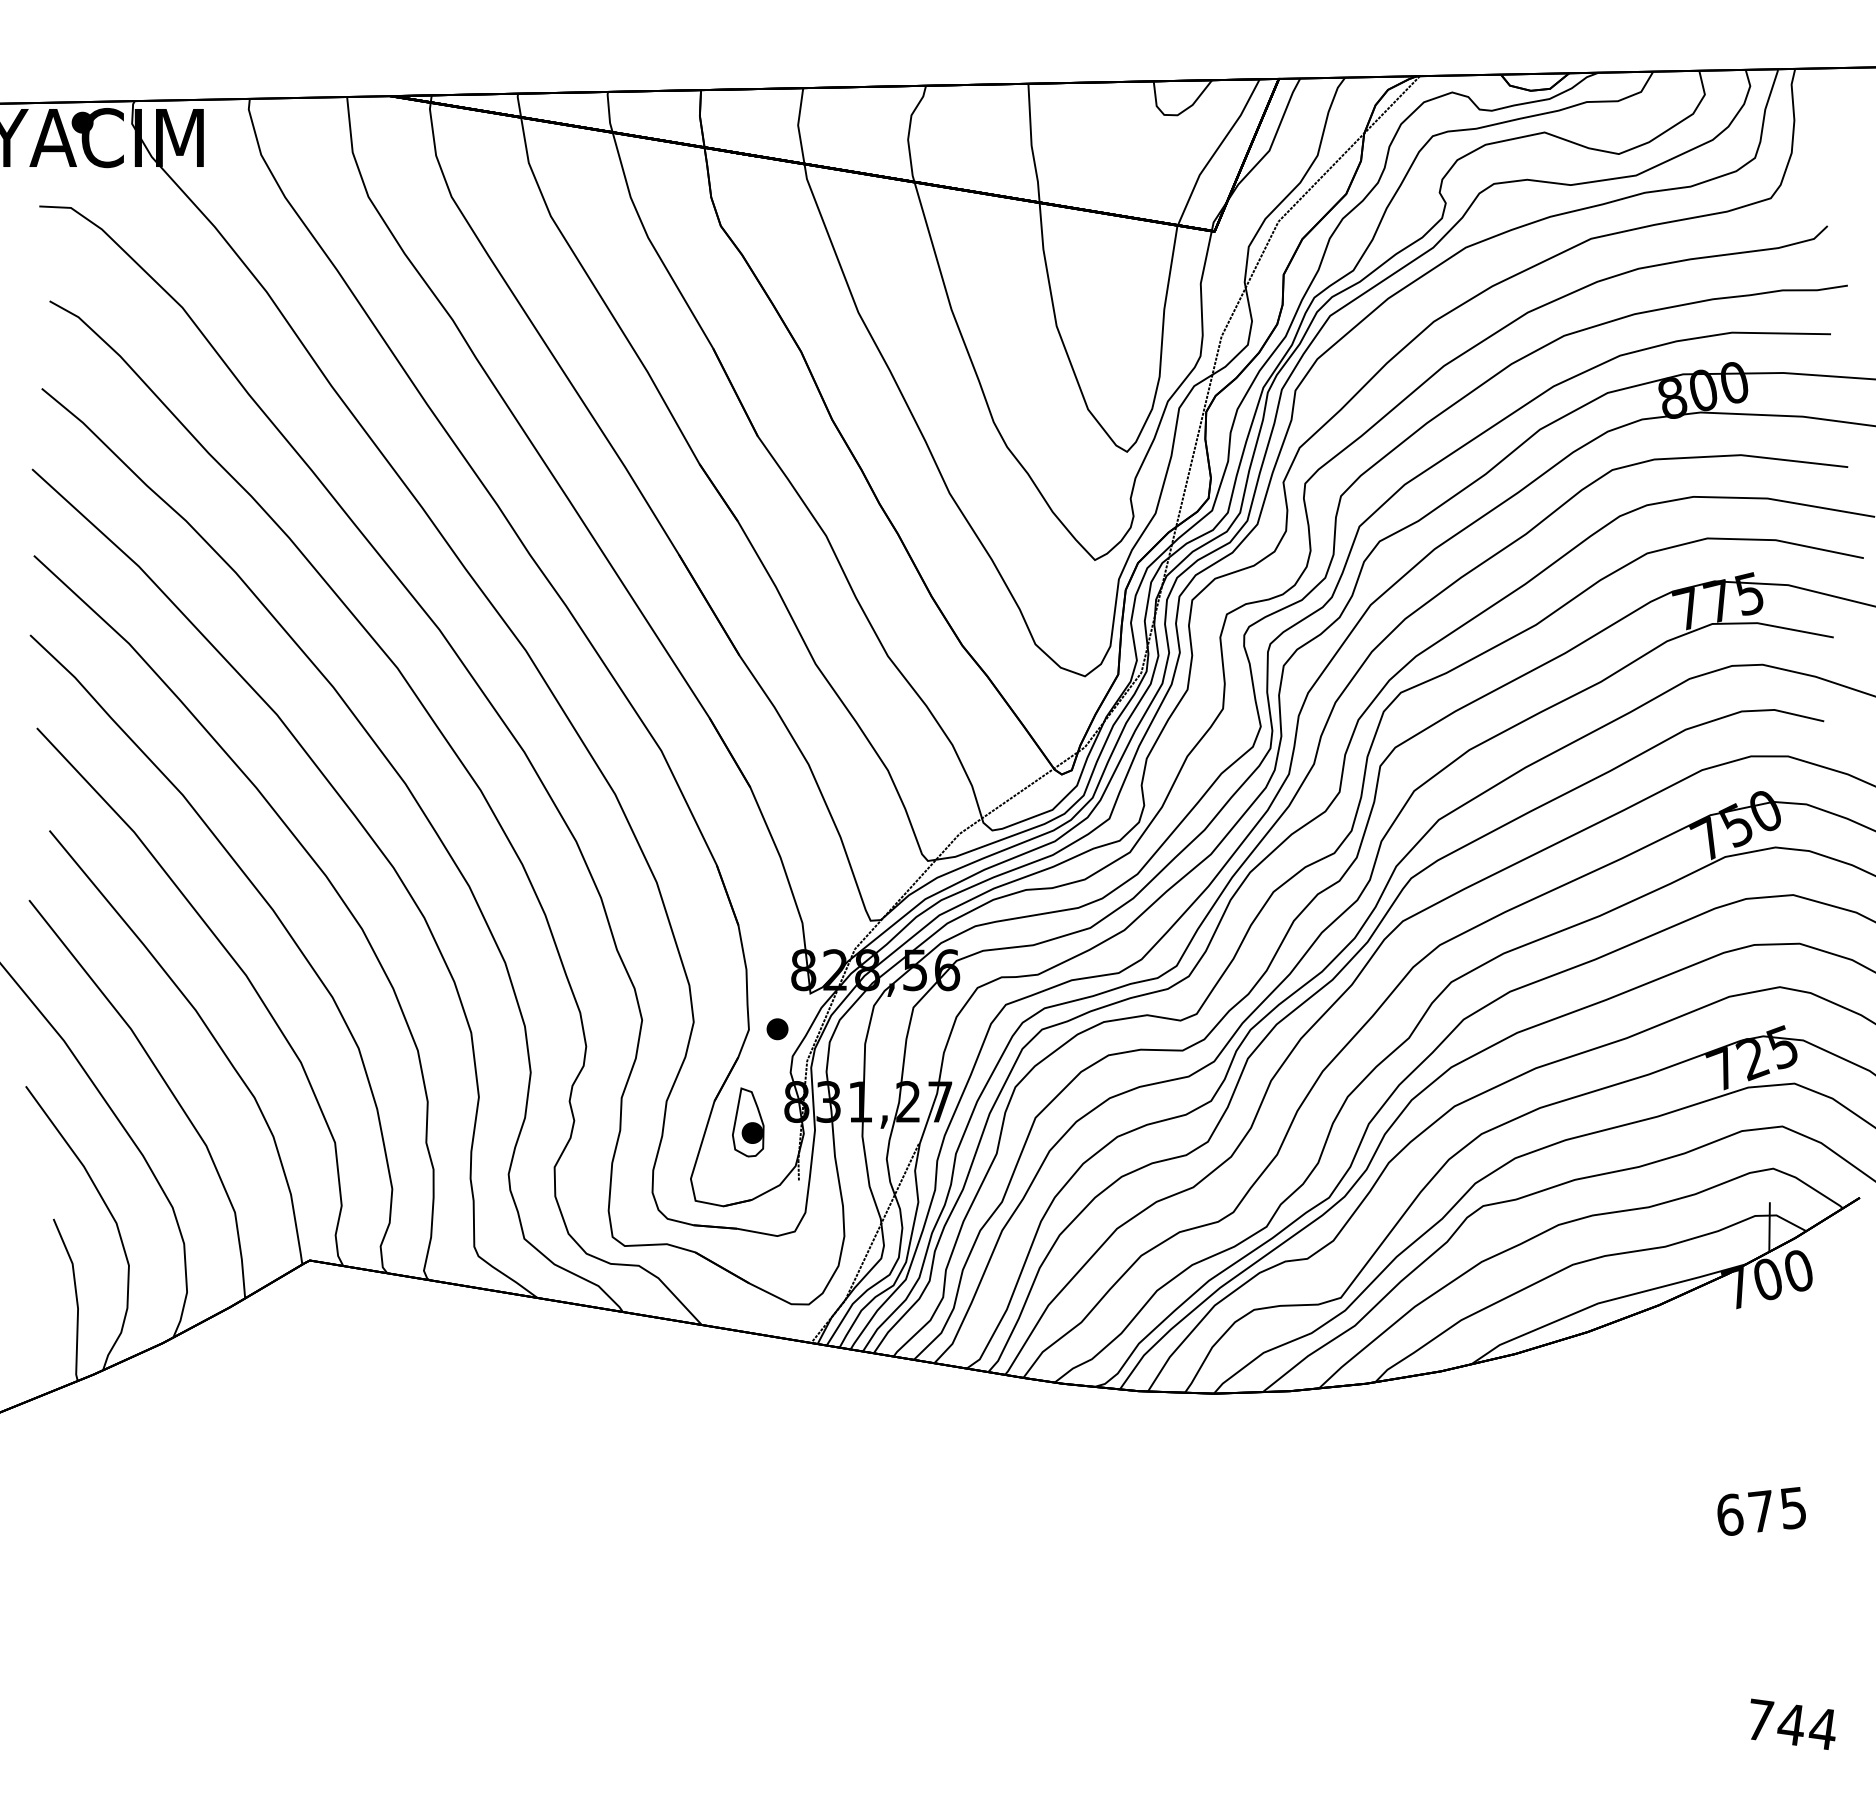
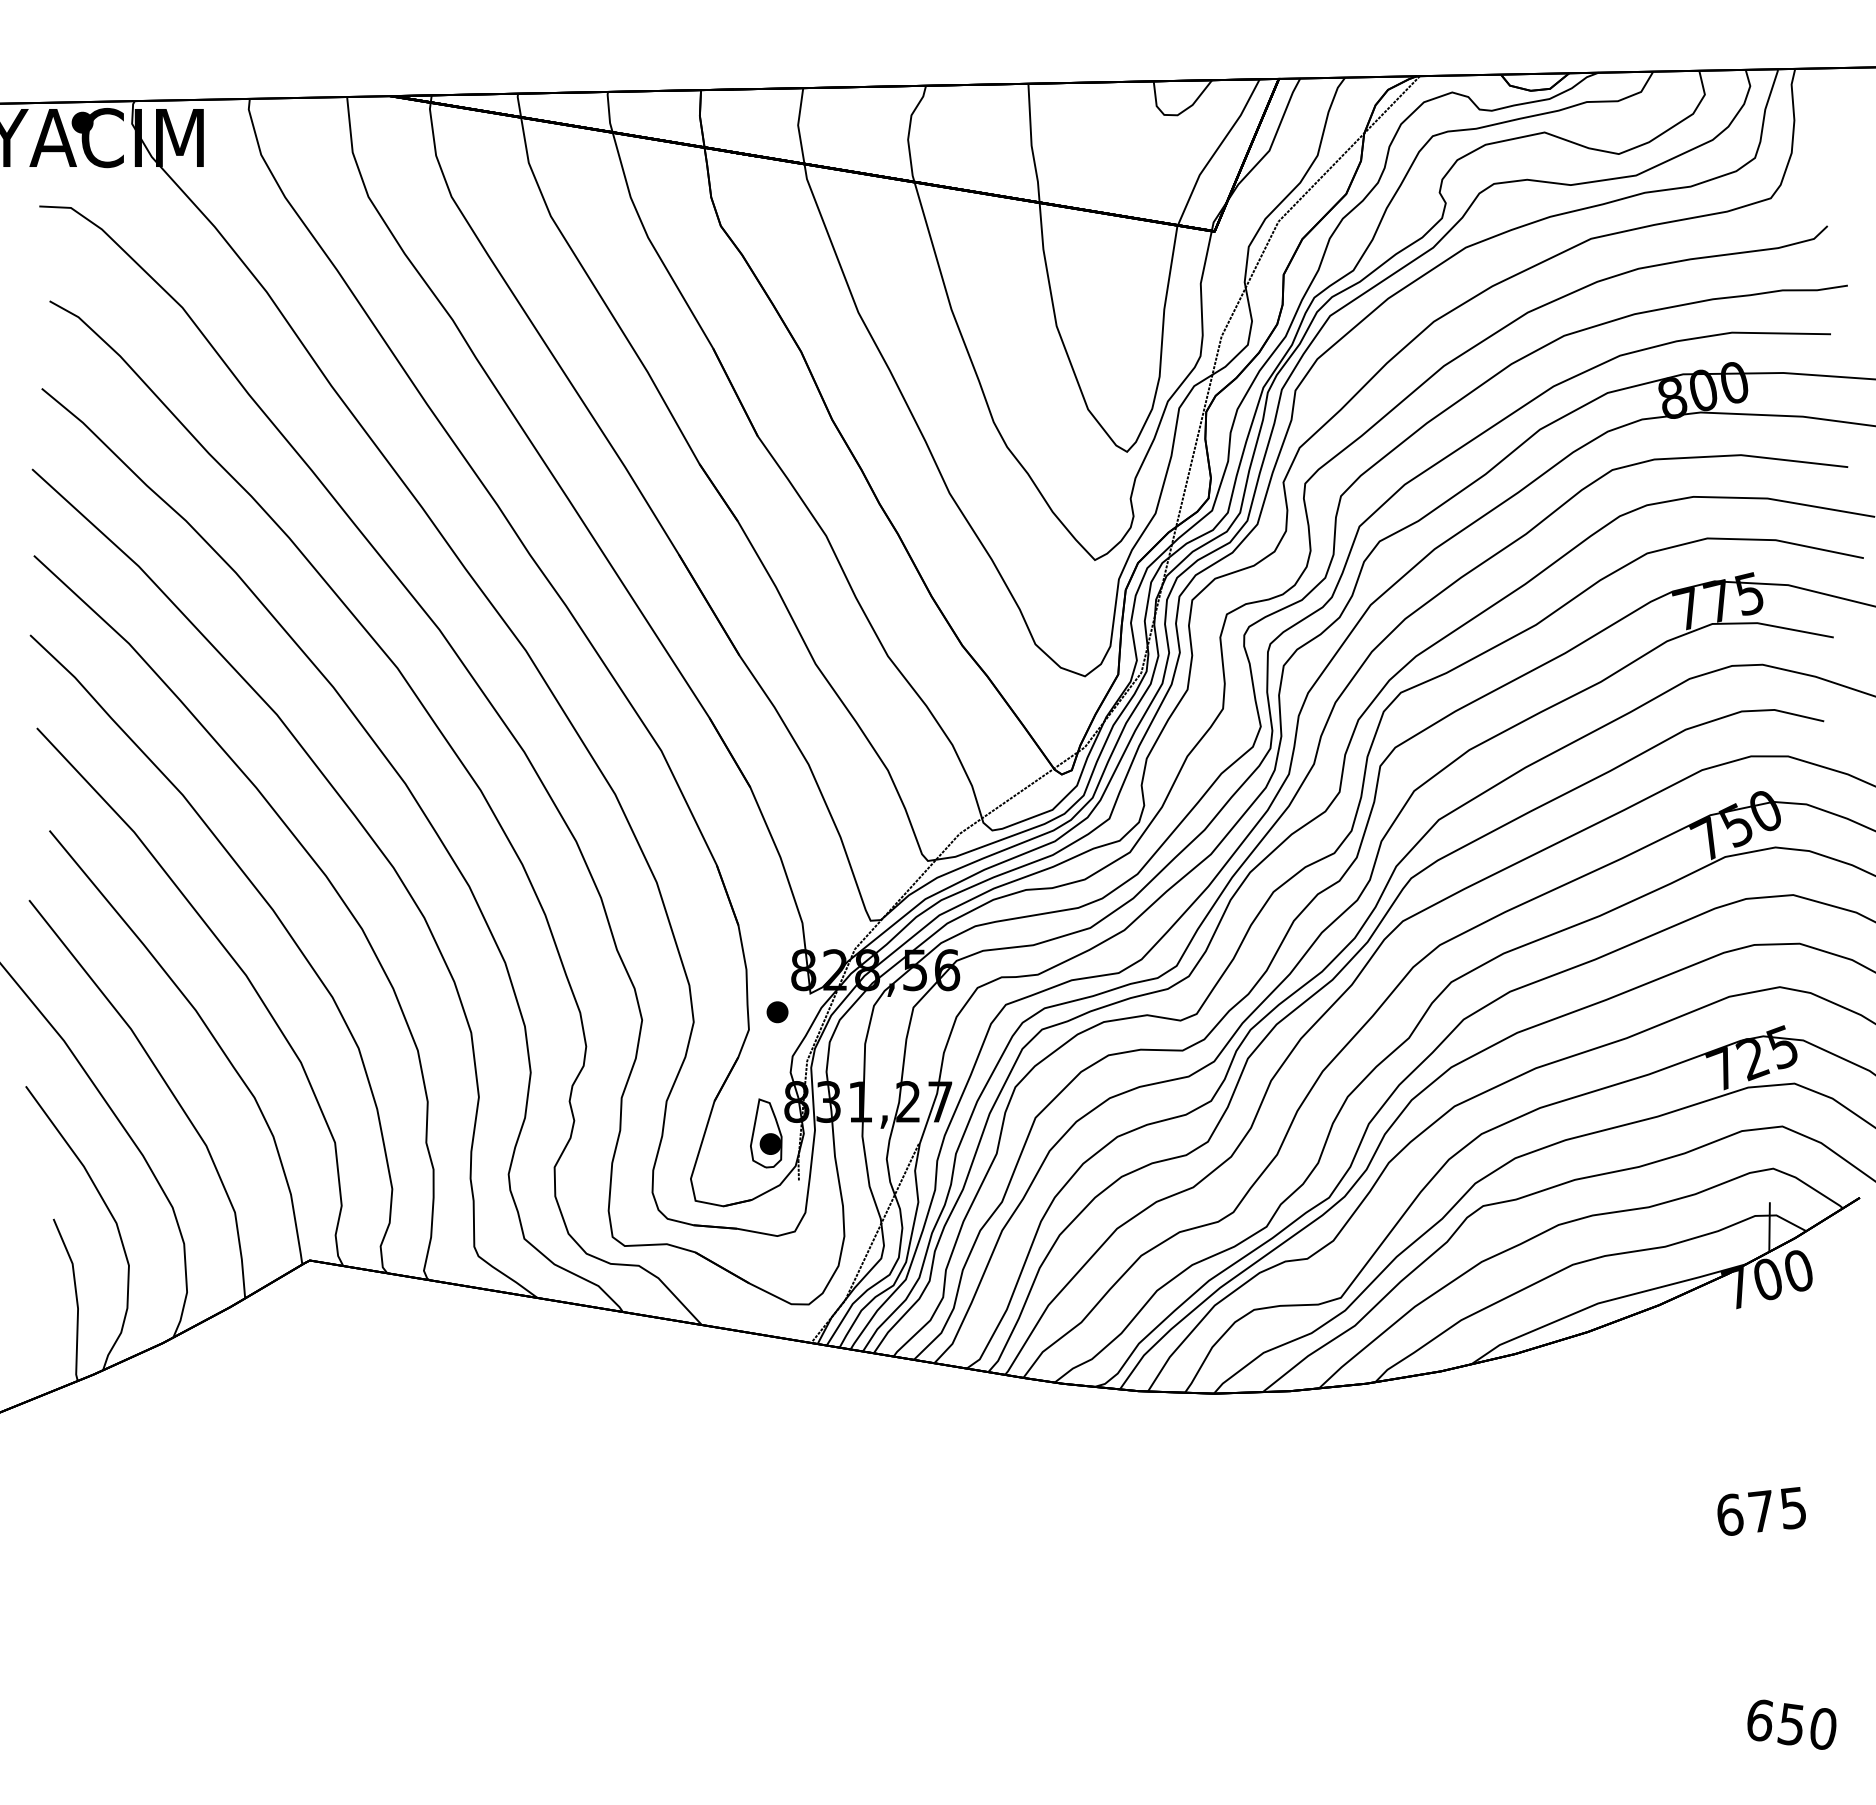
part at (777, 1029) position: (777, 1029) -> (777, 1012)
part at (748, 1122) position: (748, 1122) -> (766, 1133)
text at (1791, 1723): 744 -> 650
